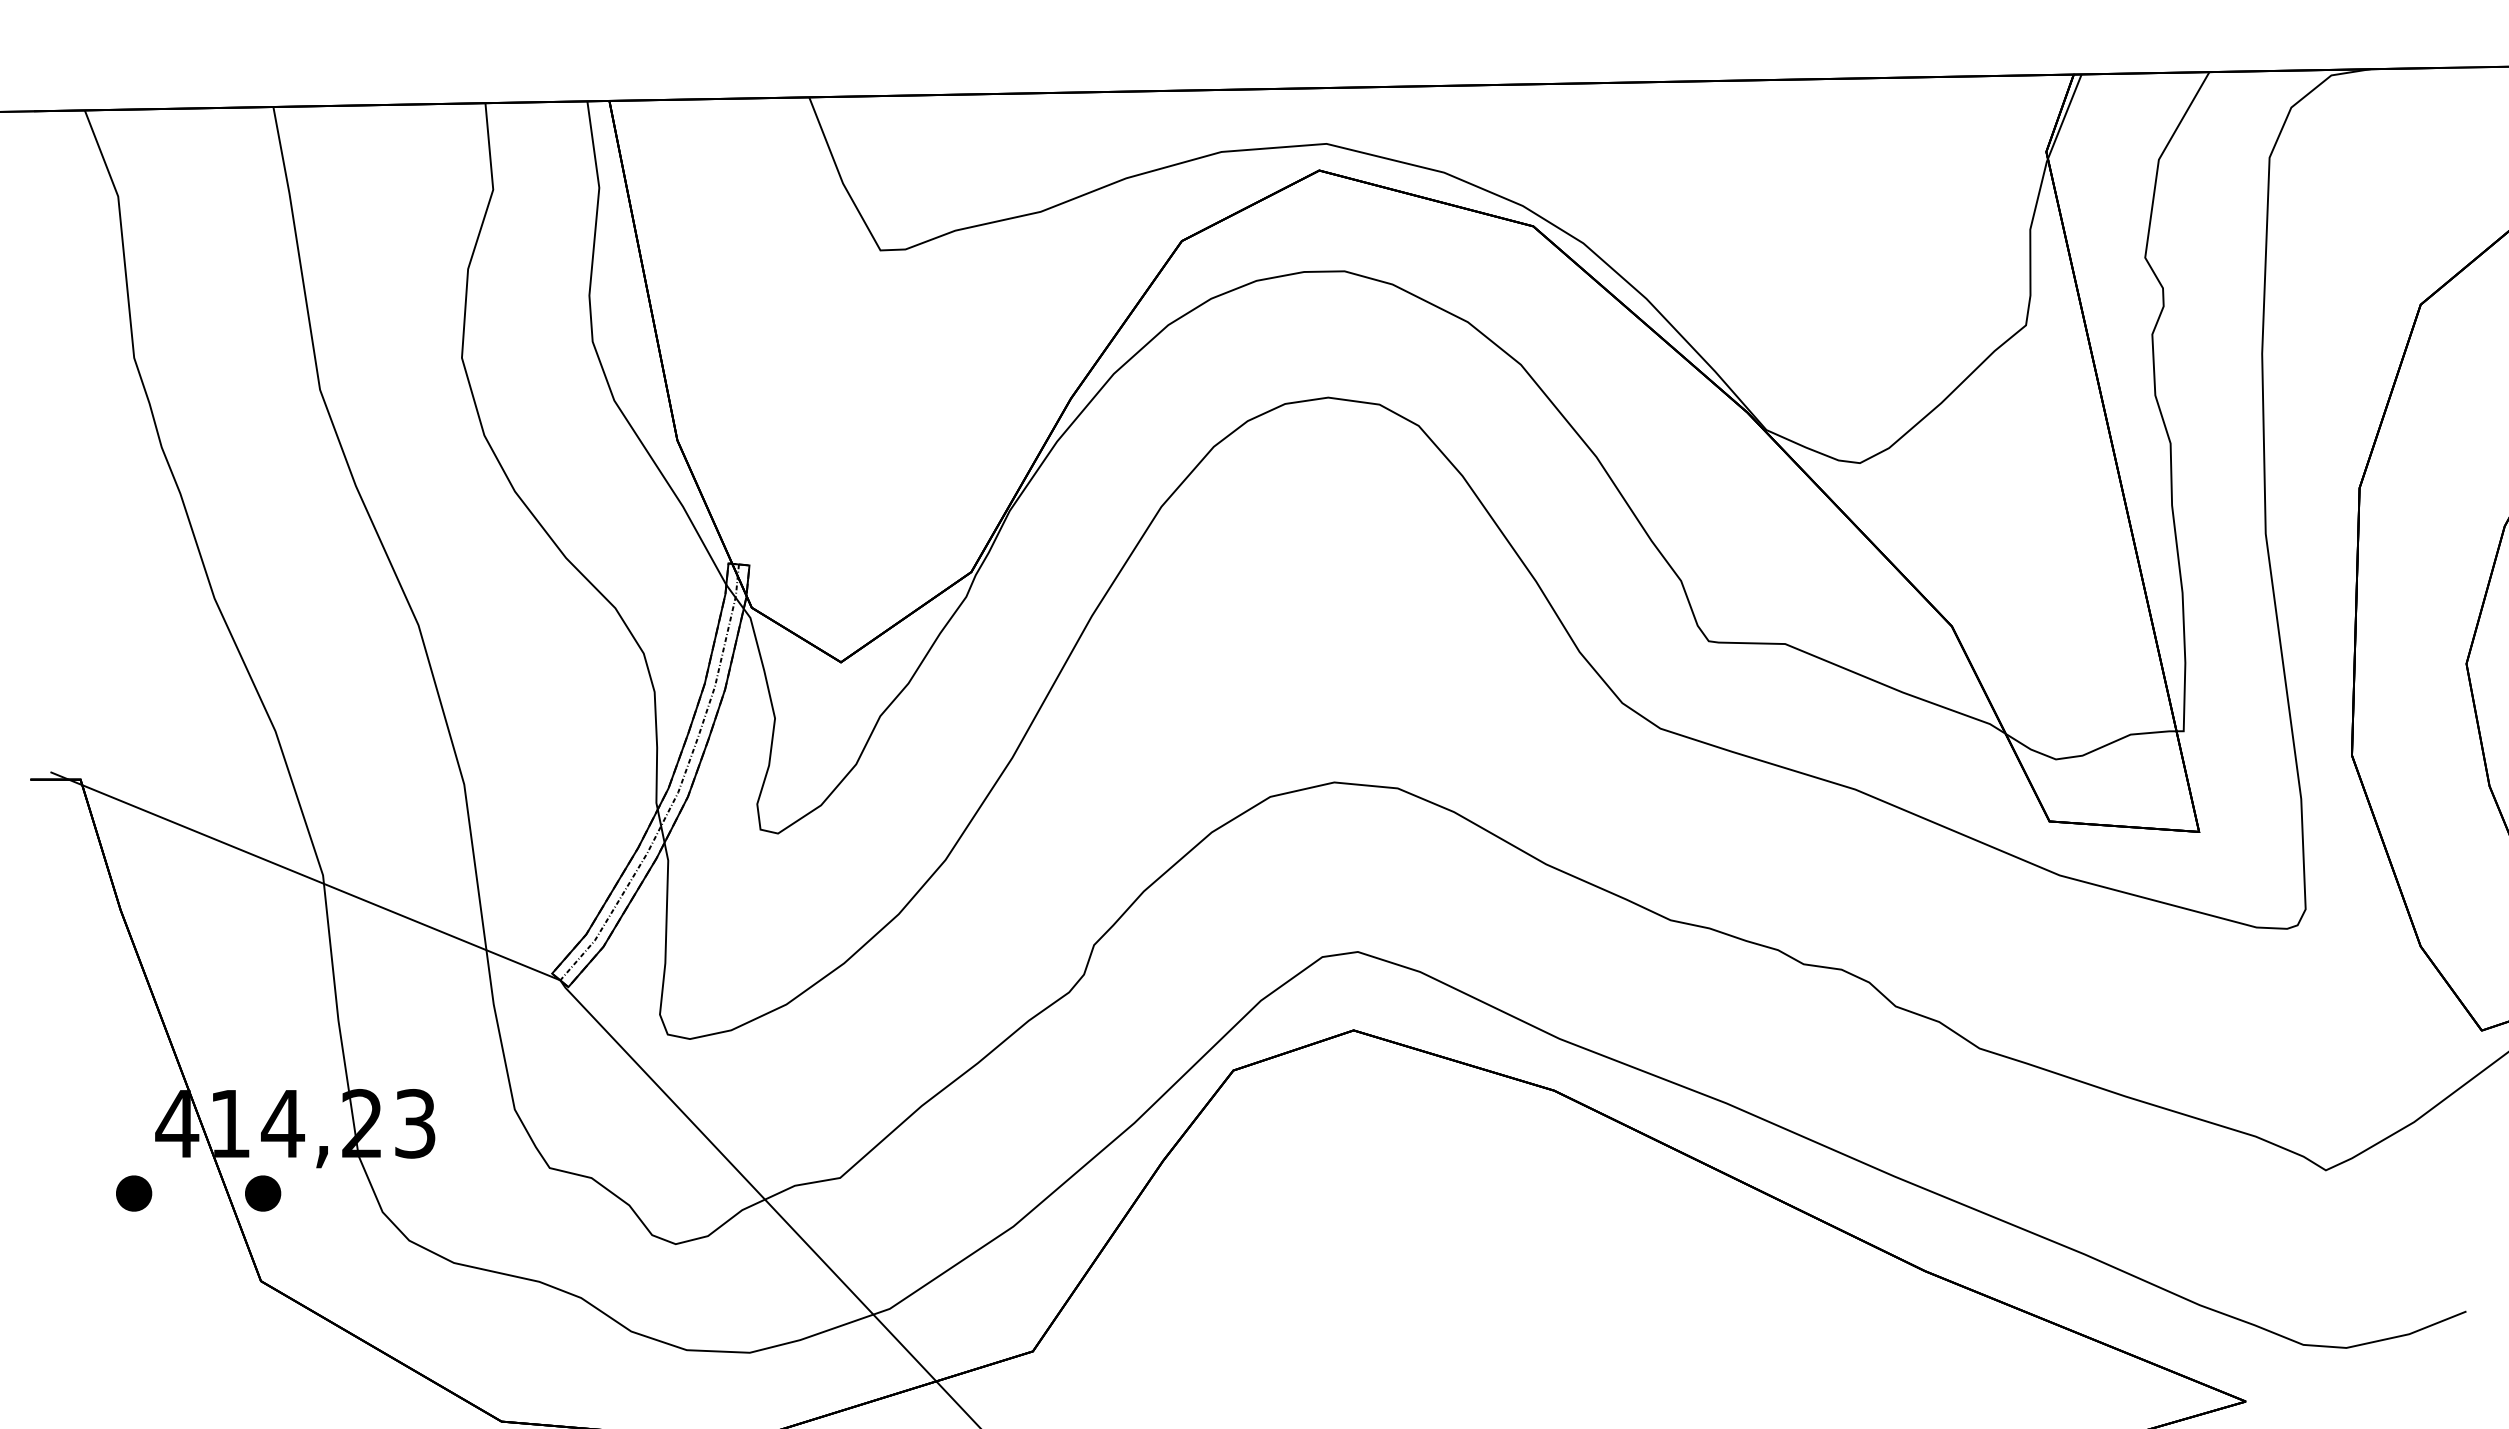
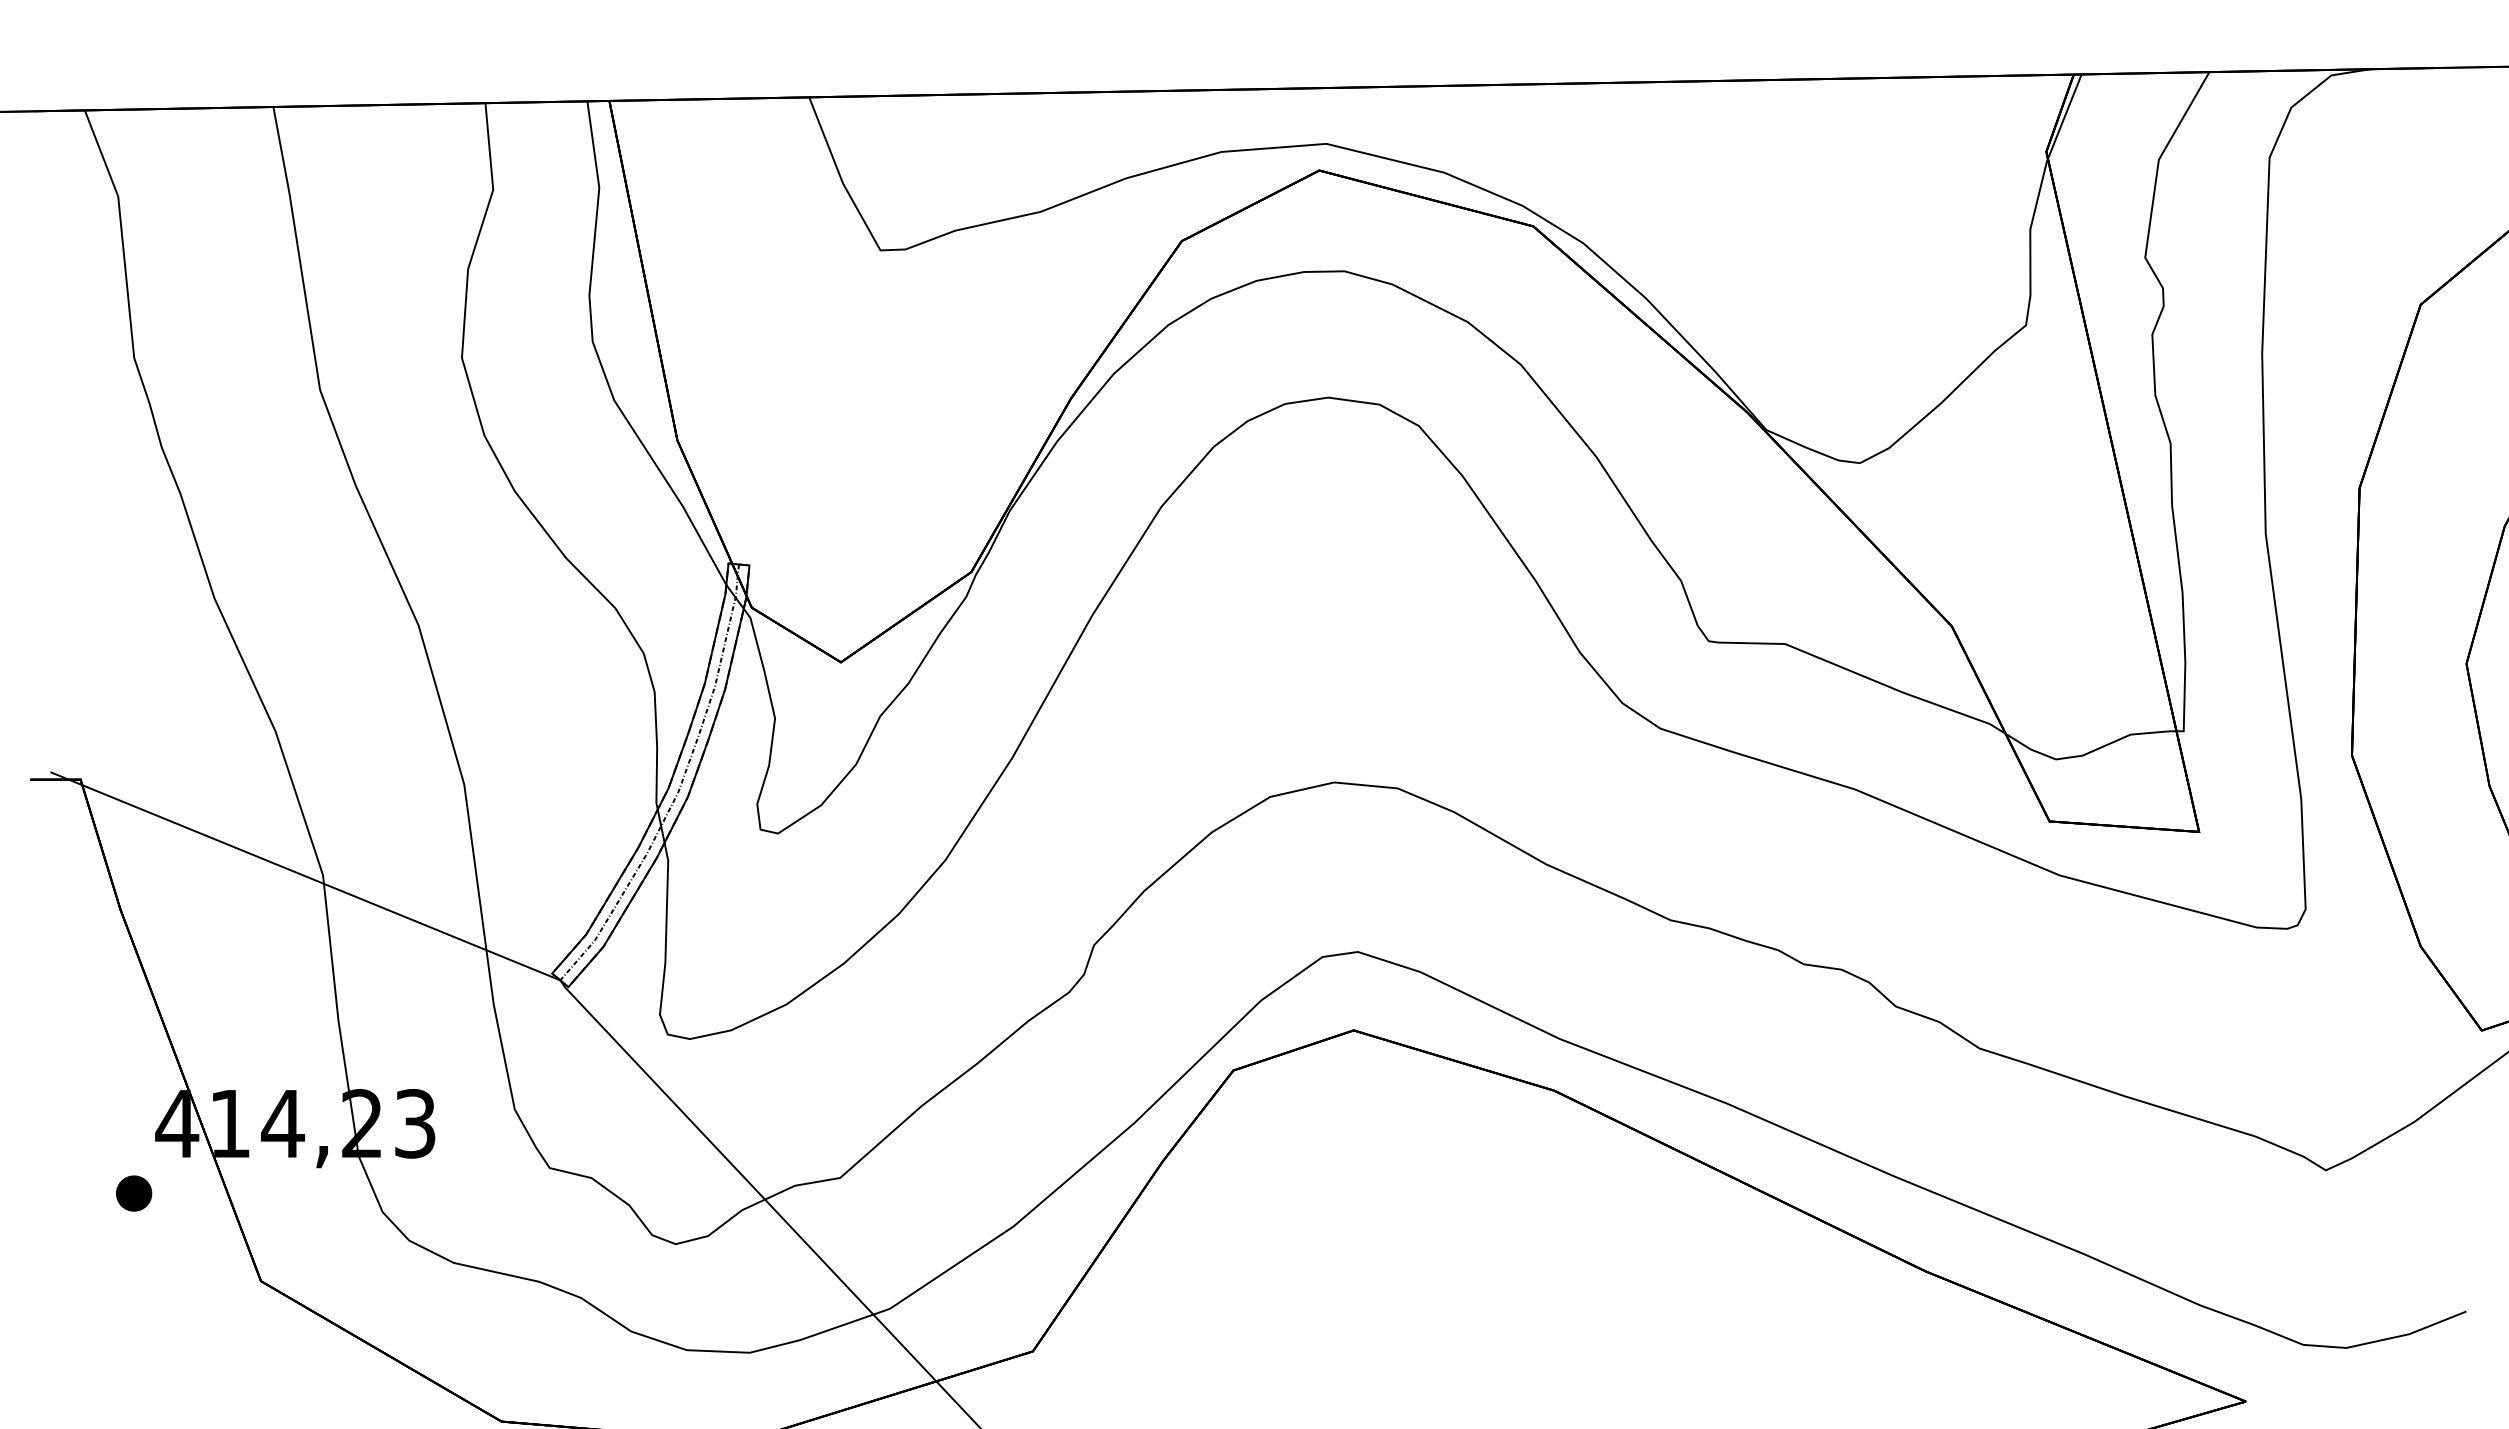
part at (263, 1193): present -> none
